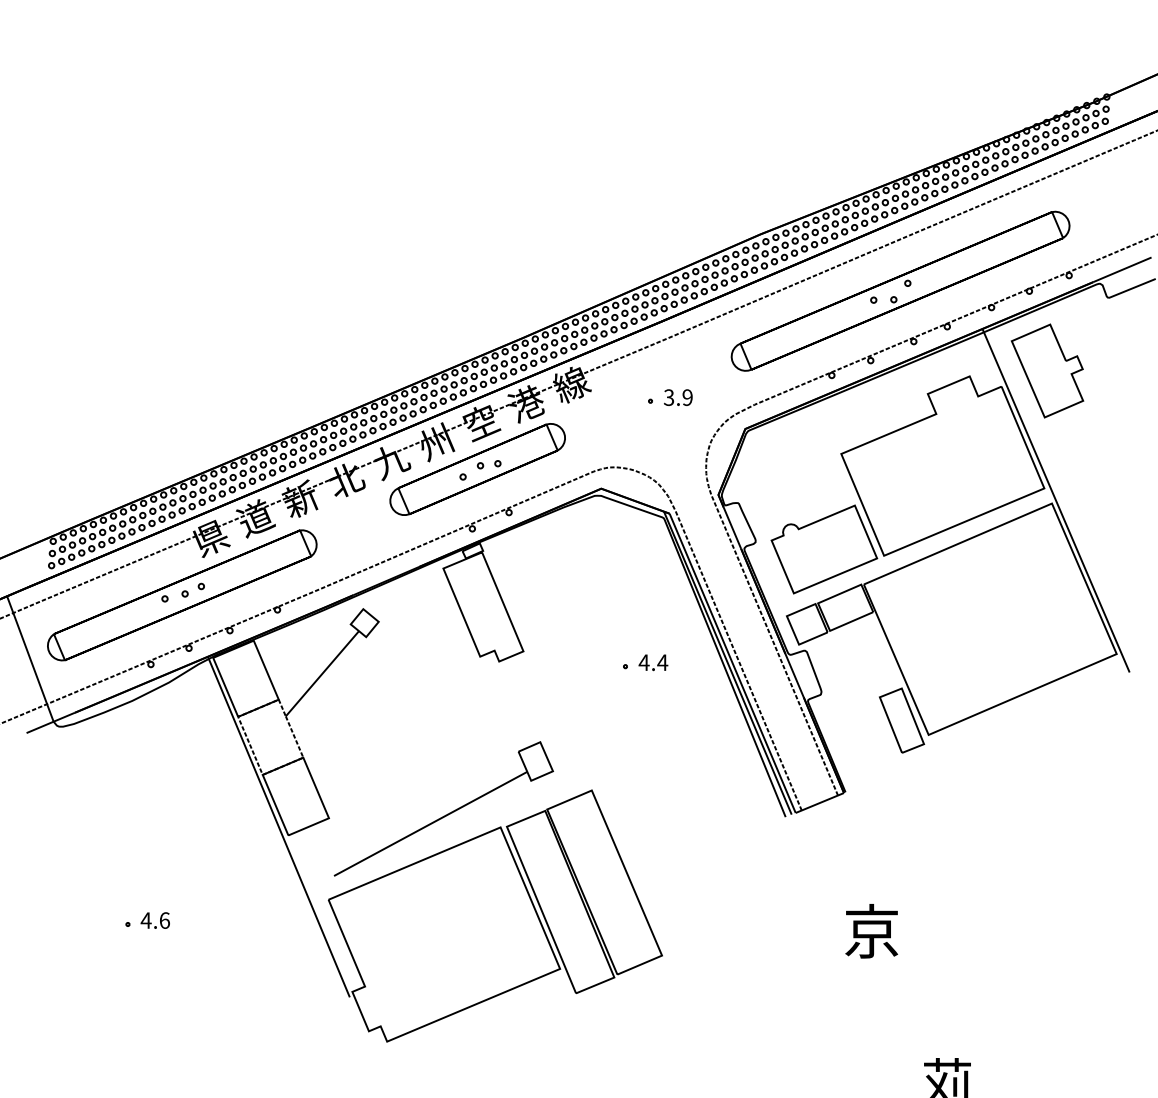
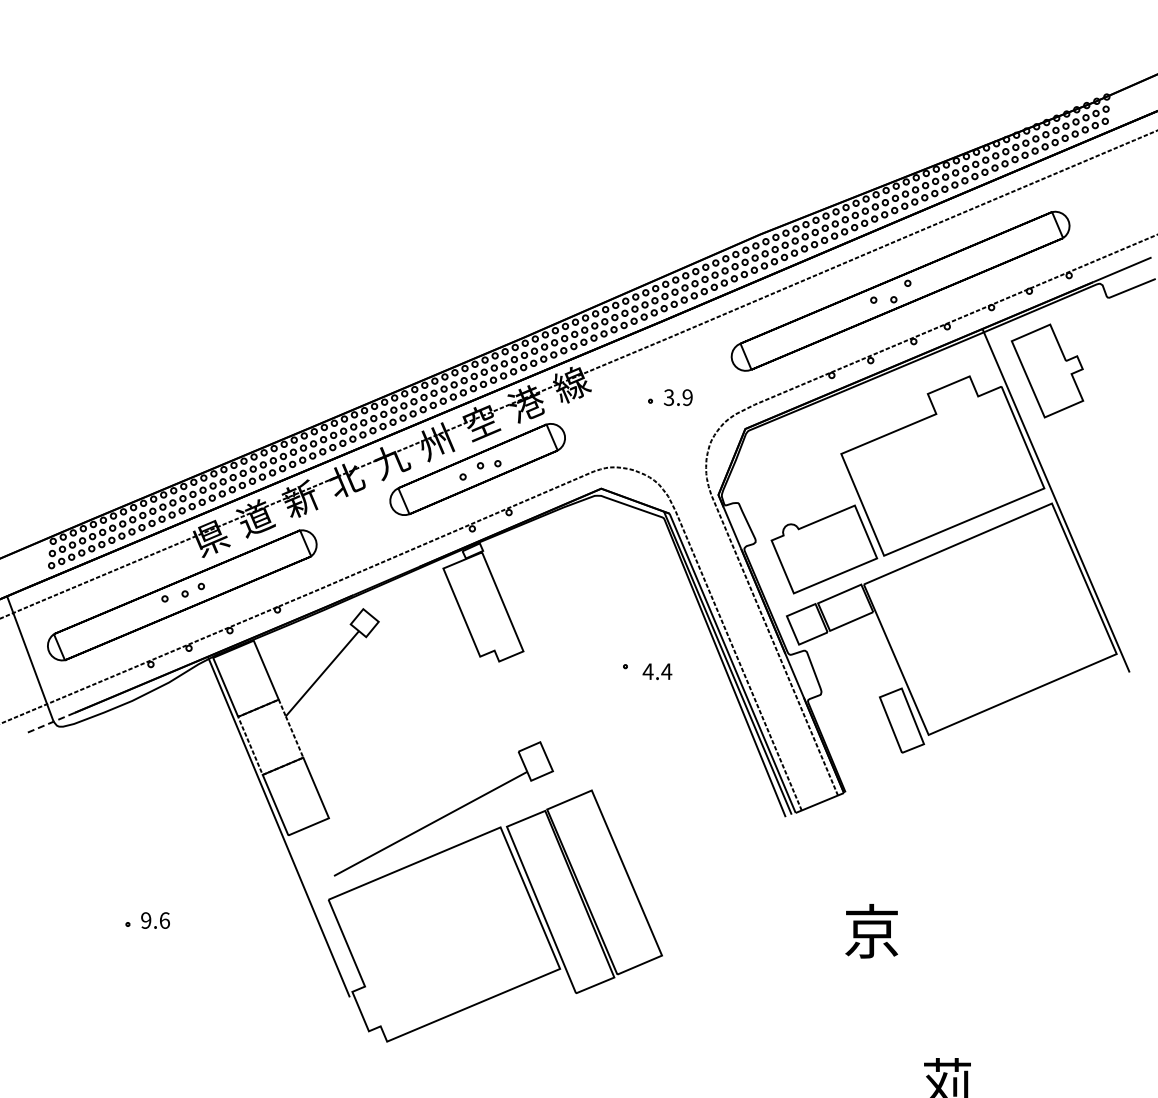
text at (653, 662) position: (653, 662) -> (657, 671)
line at (50, 722): solid -> dashed
text at (145, 920): 4.6 -> 9.6
